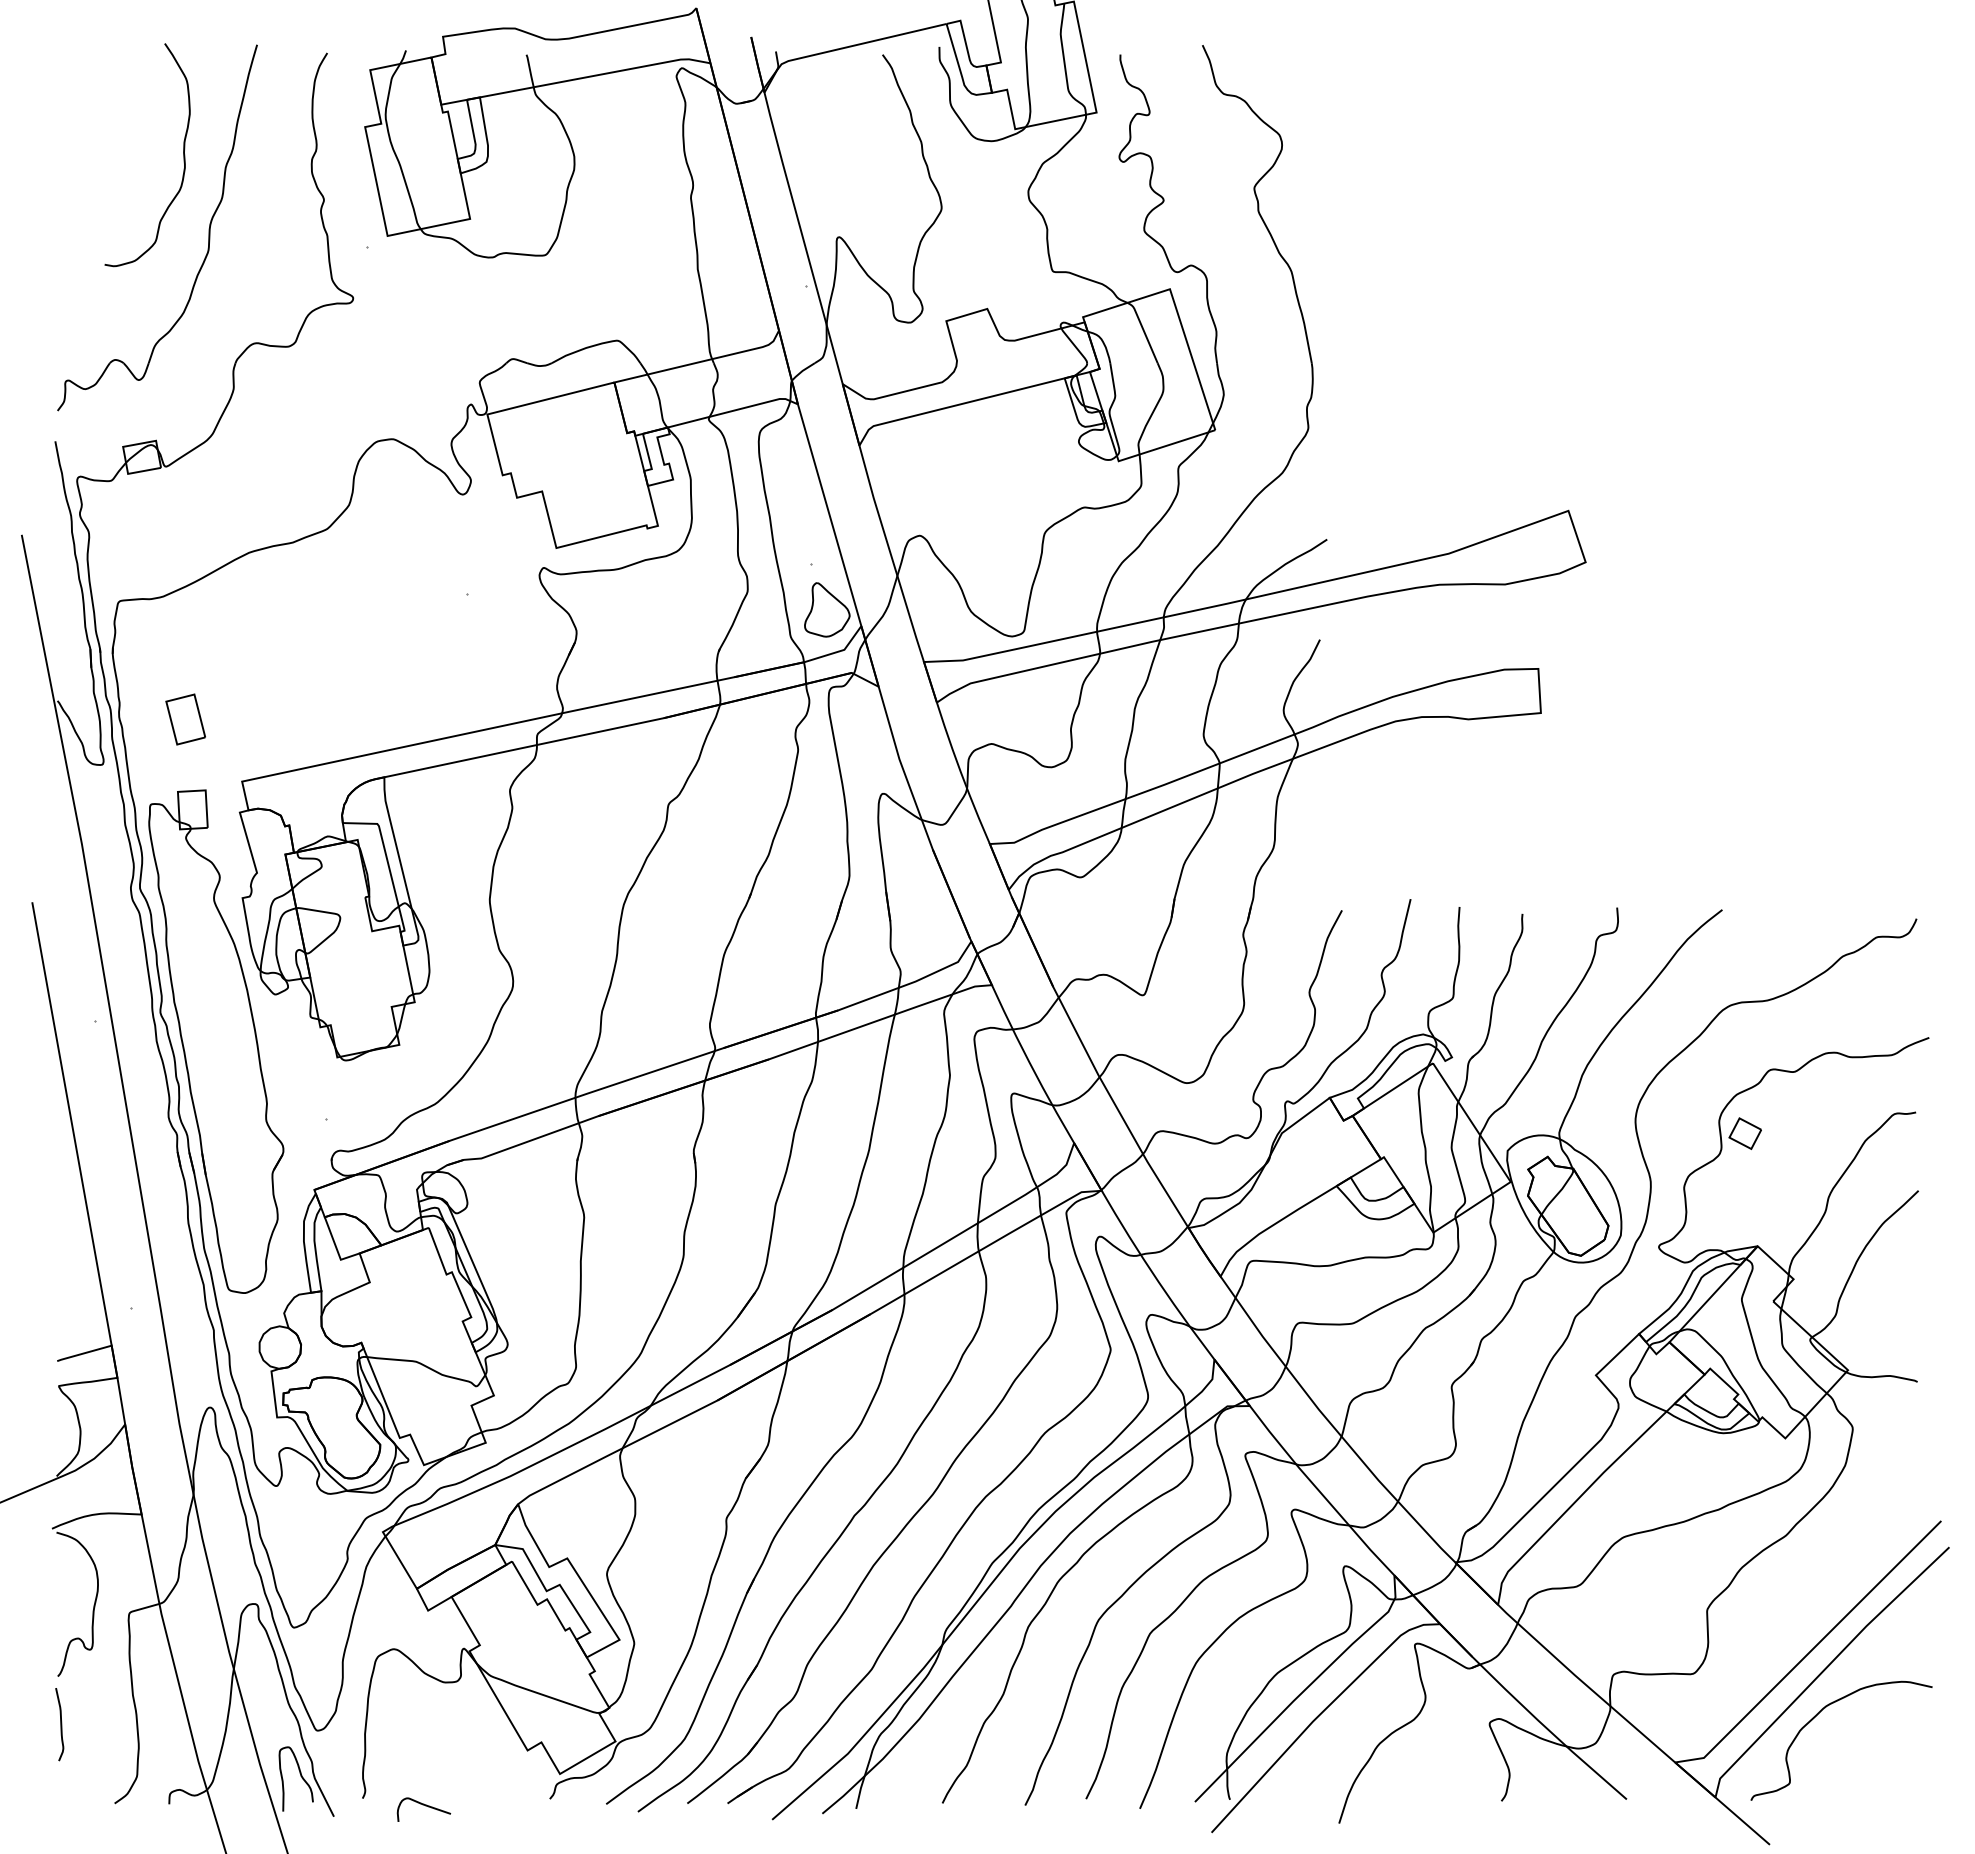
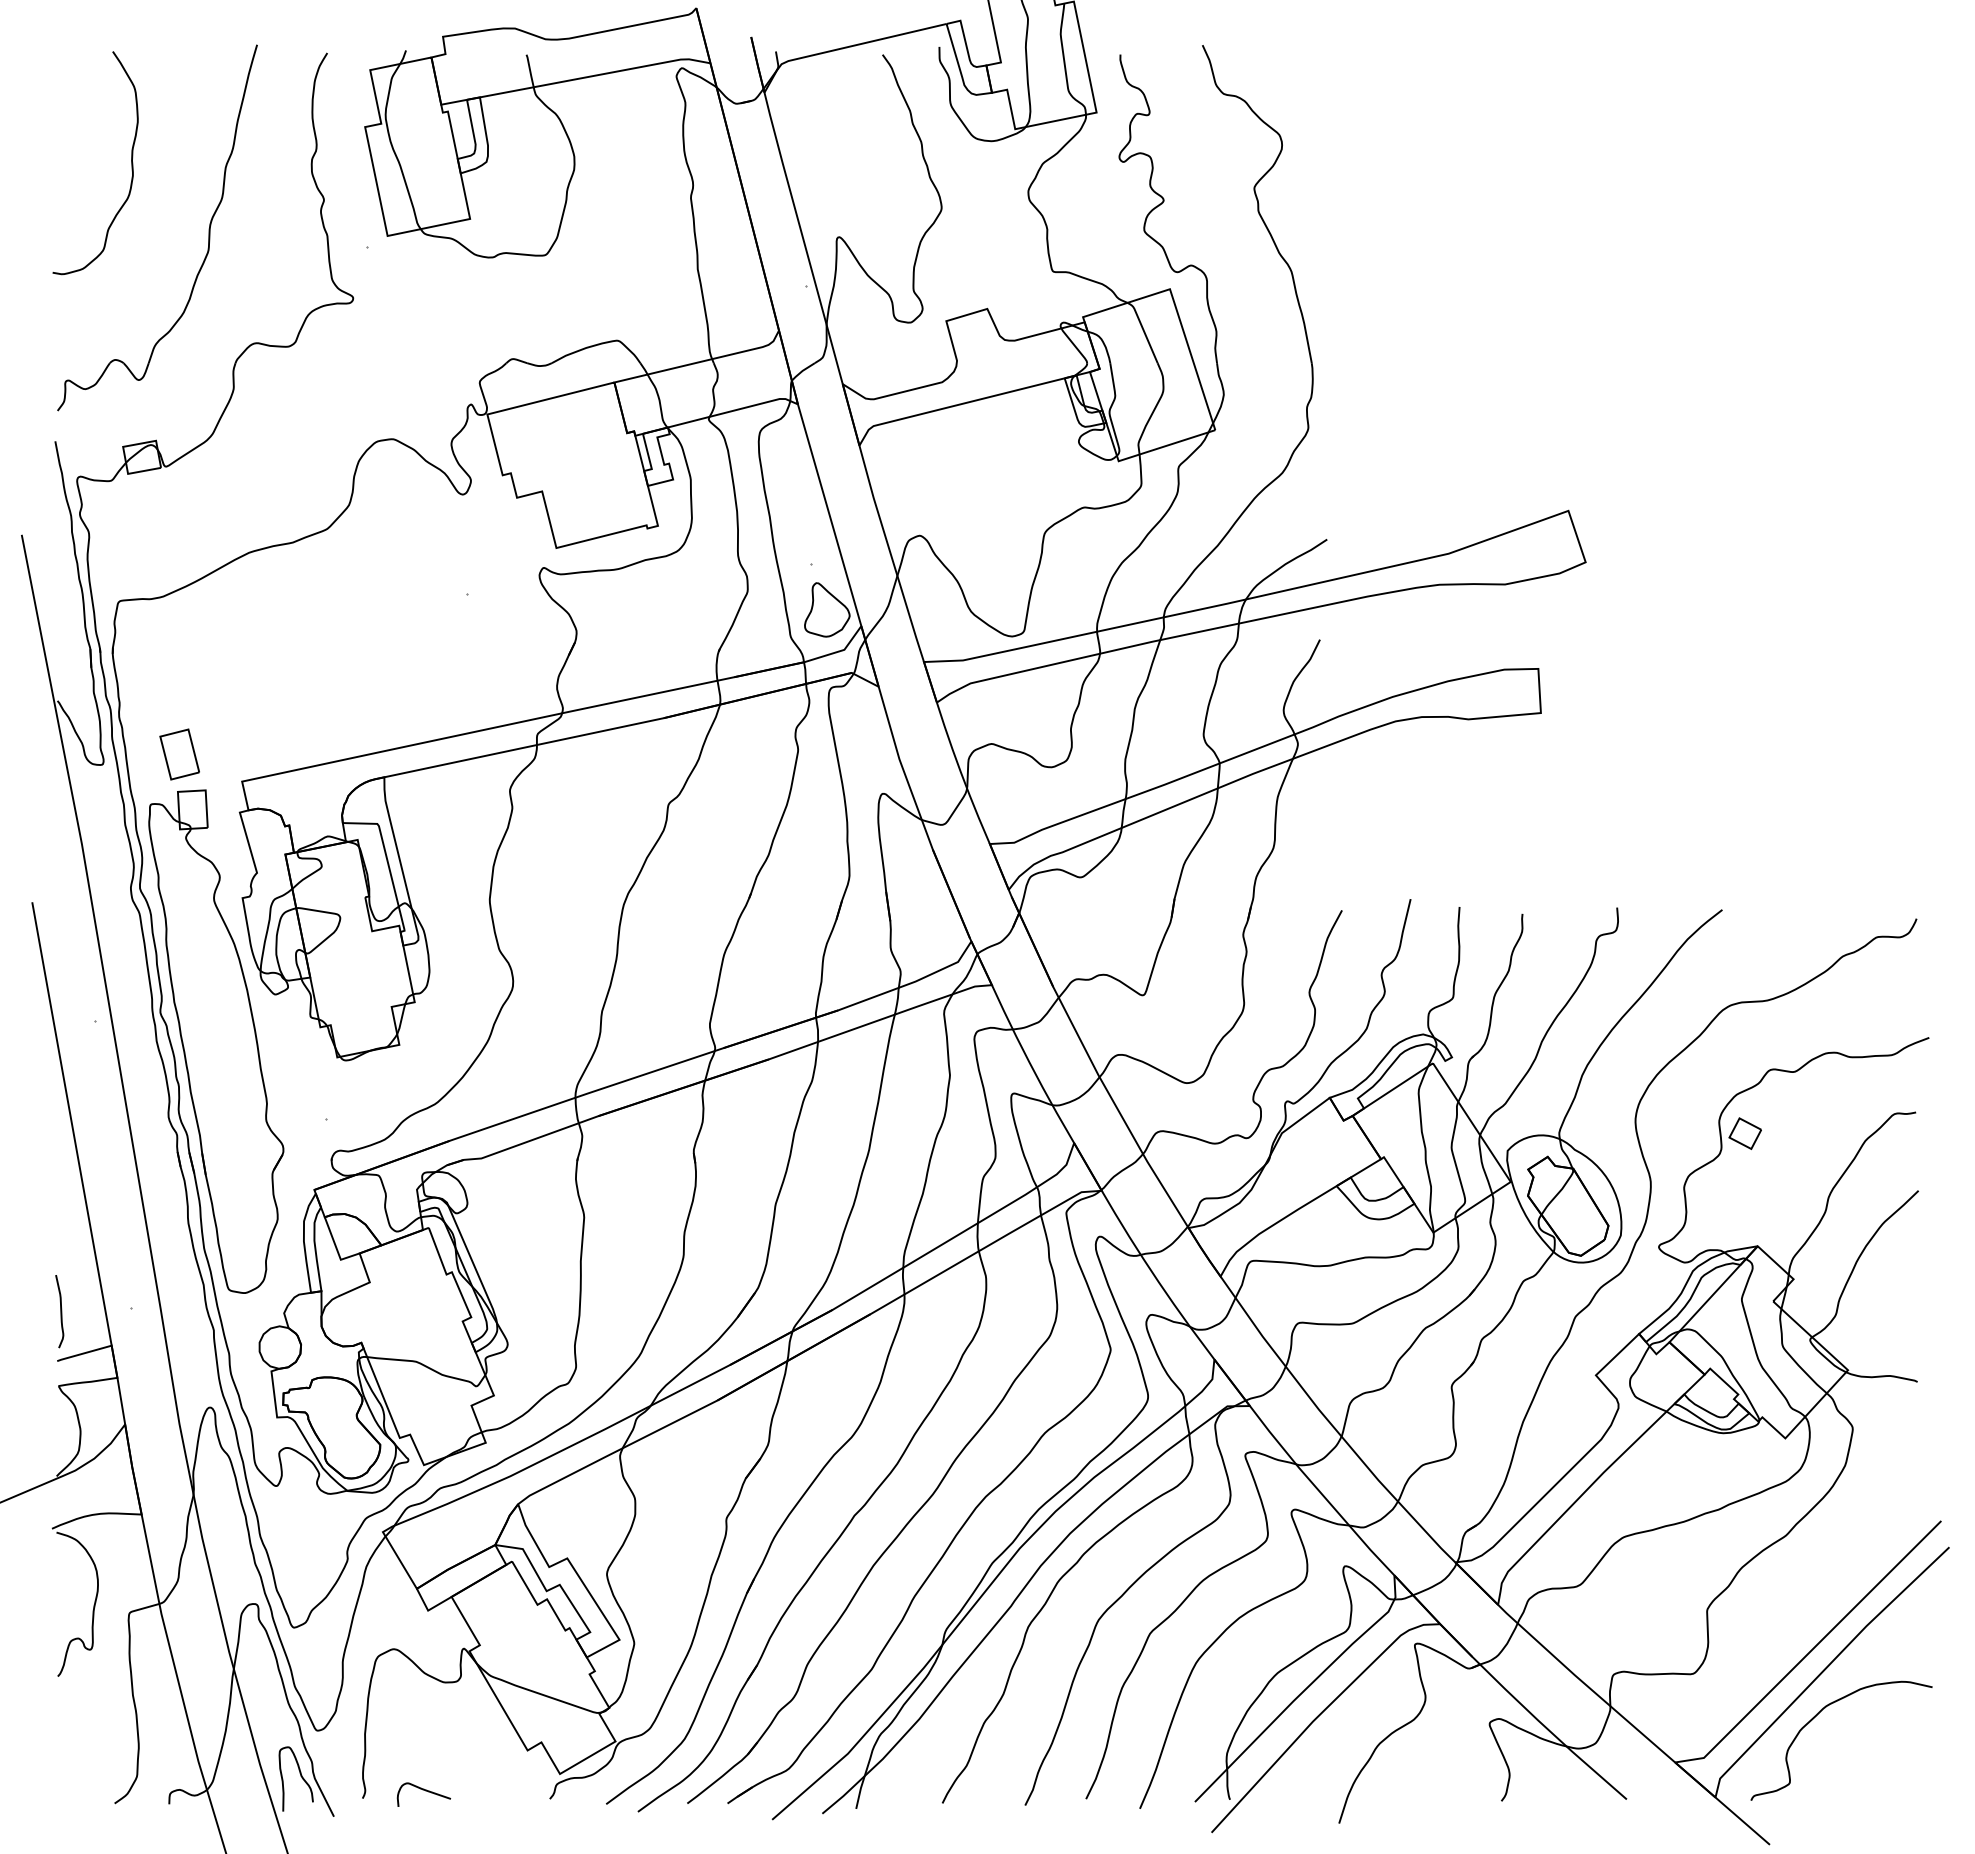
curve at (183, 155) position: (183, 155) -> (131, 163)
part at (185, 719) position: (185, 719) -> (179, 754)
curve at (60, 1724) position: (60, 1724) -> (60, 1311)
curve at (425, 1806) position: (425, 1806) -> (425, 1791)
